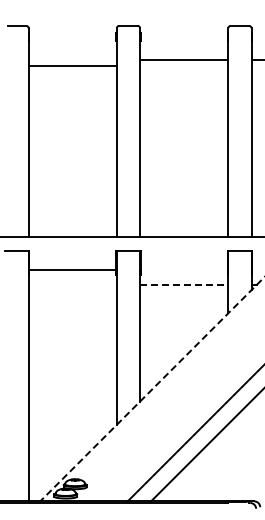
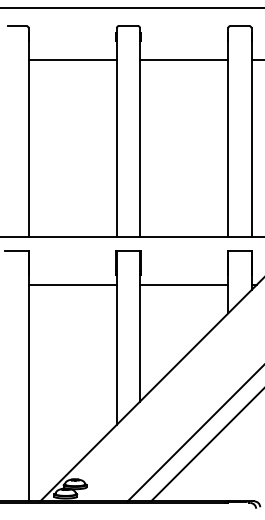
line at (131, 7): none -> present
line at (72, 65) position: (72, 65) -> (72, 59)
line at (72, 269) position: (72, 269) -> (72, 284)
line at (184, 284): dashed -> solid
line at (152, 389): dashed -> solid
